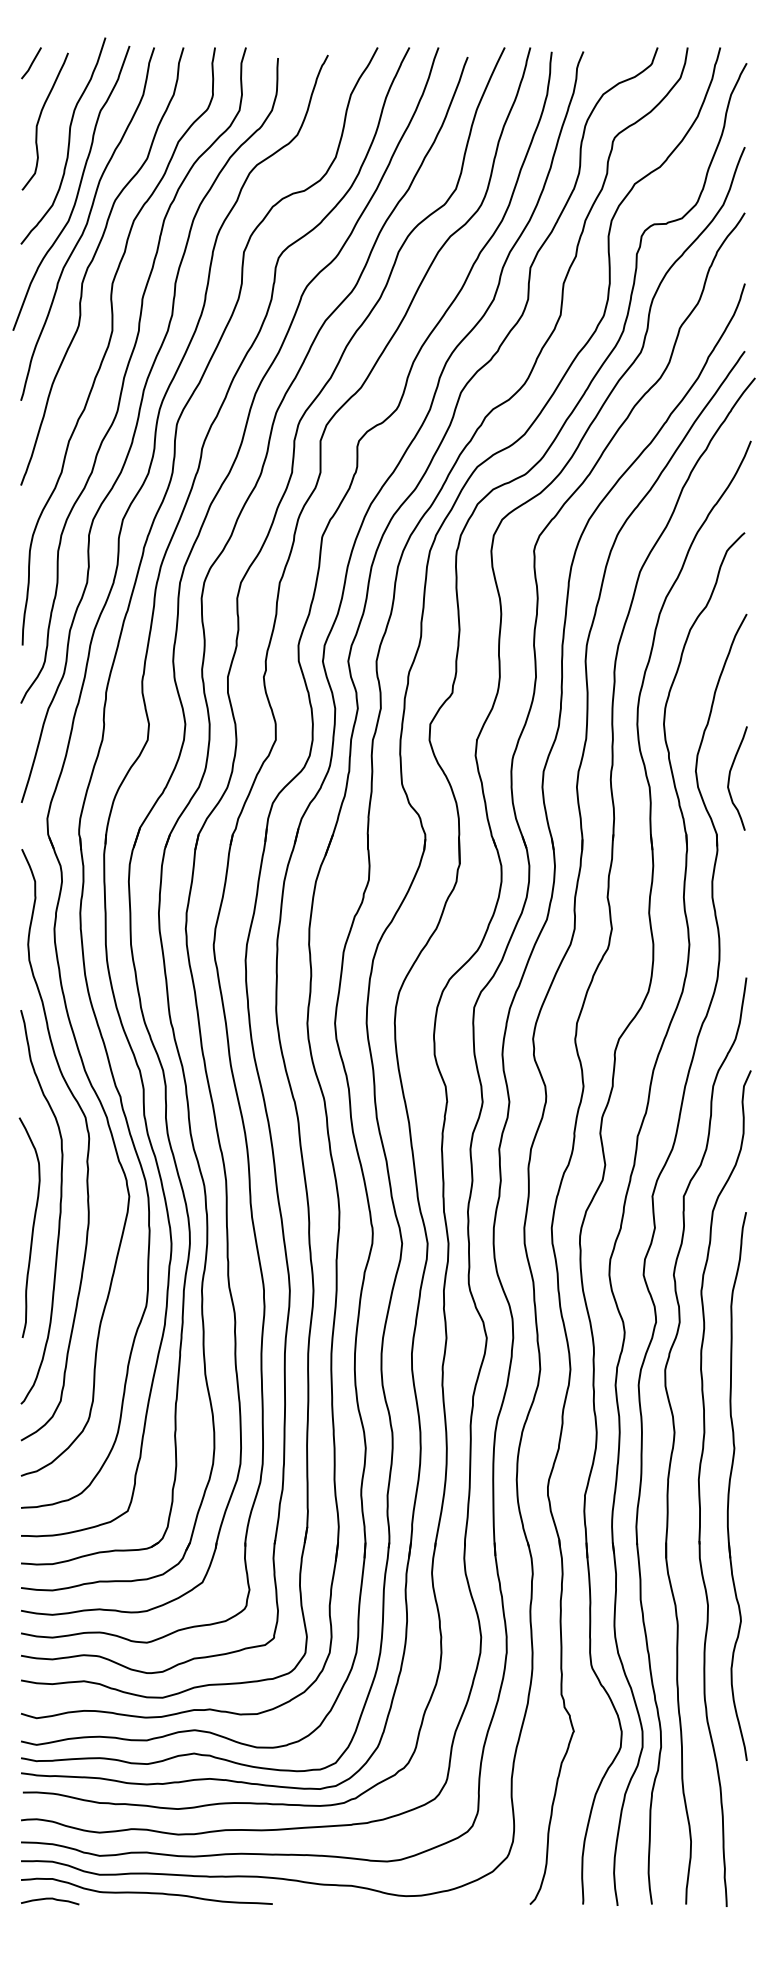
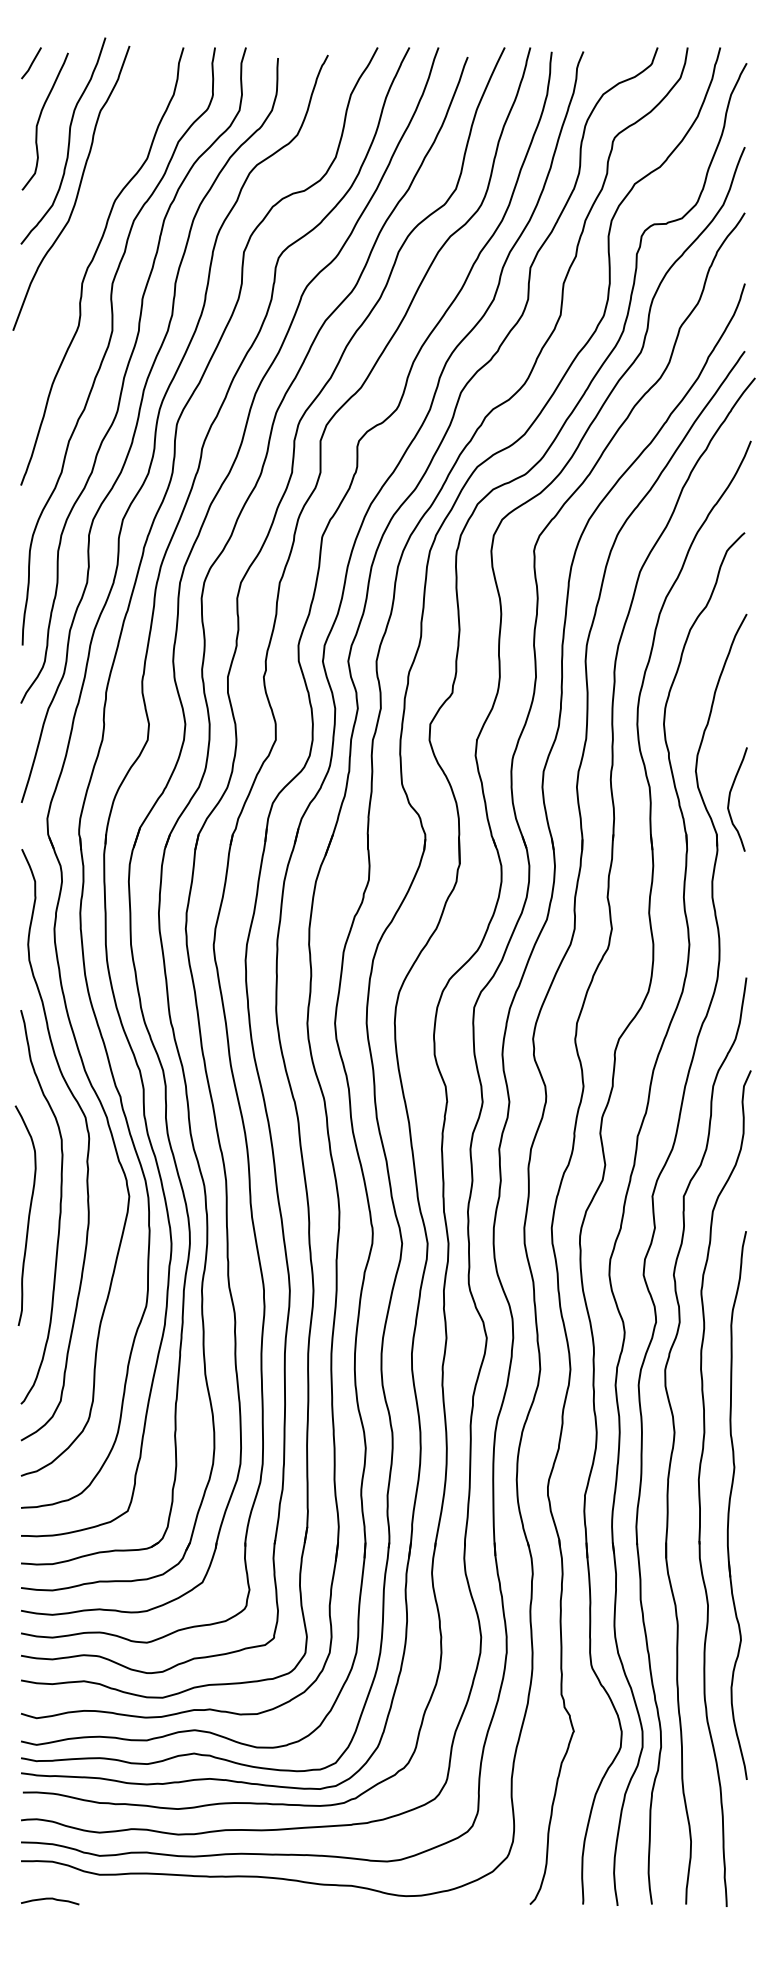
curve at (87, 223): present -> none
curve at (730, 777) position: (730, 777) -> (730, 798)
curve at (32, 1227) position: (32, 1227) -> (28, 1215)
part at (736, 1486) position: (736, 1486) -> (736, 1505)
curve at (146, 1892): present -> none
